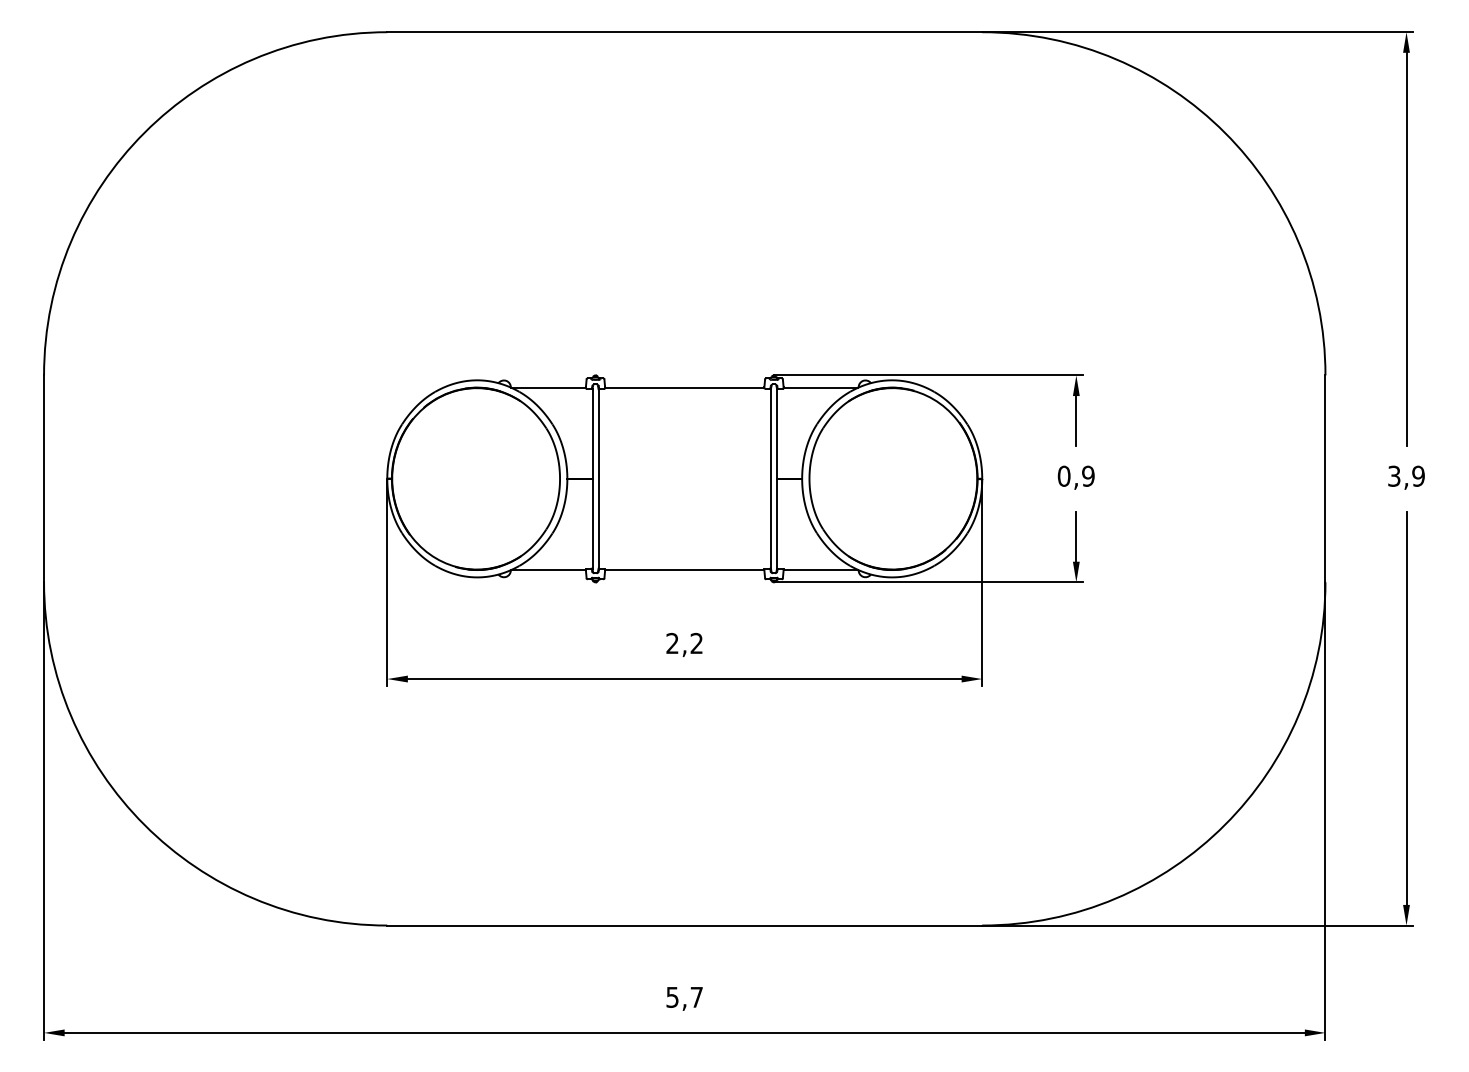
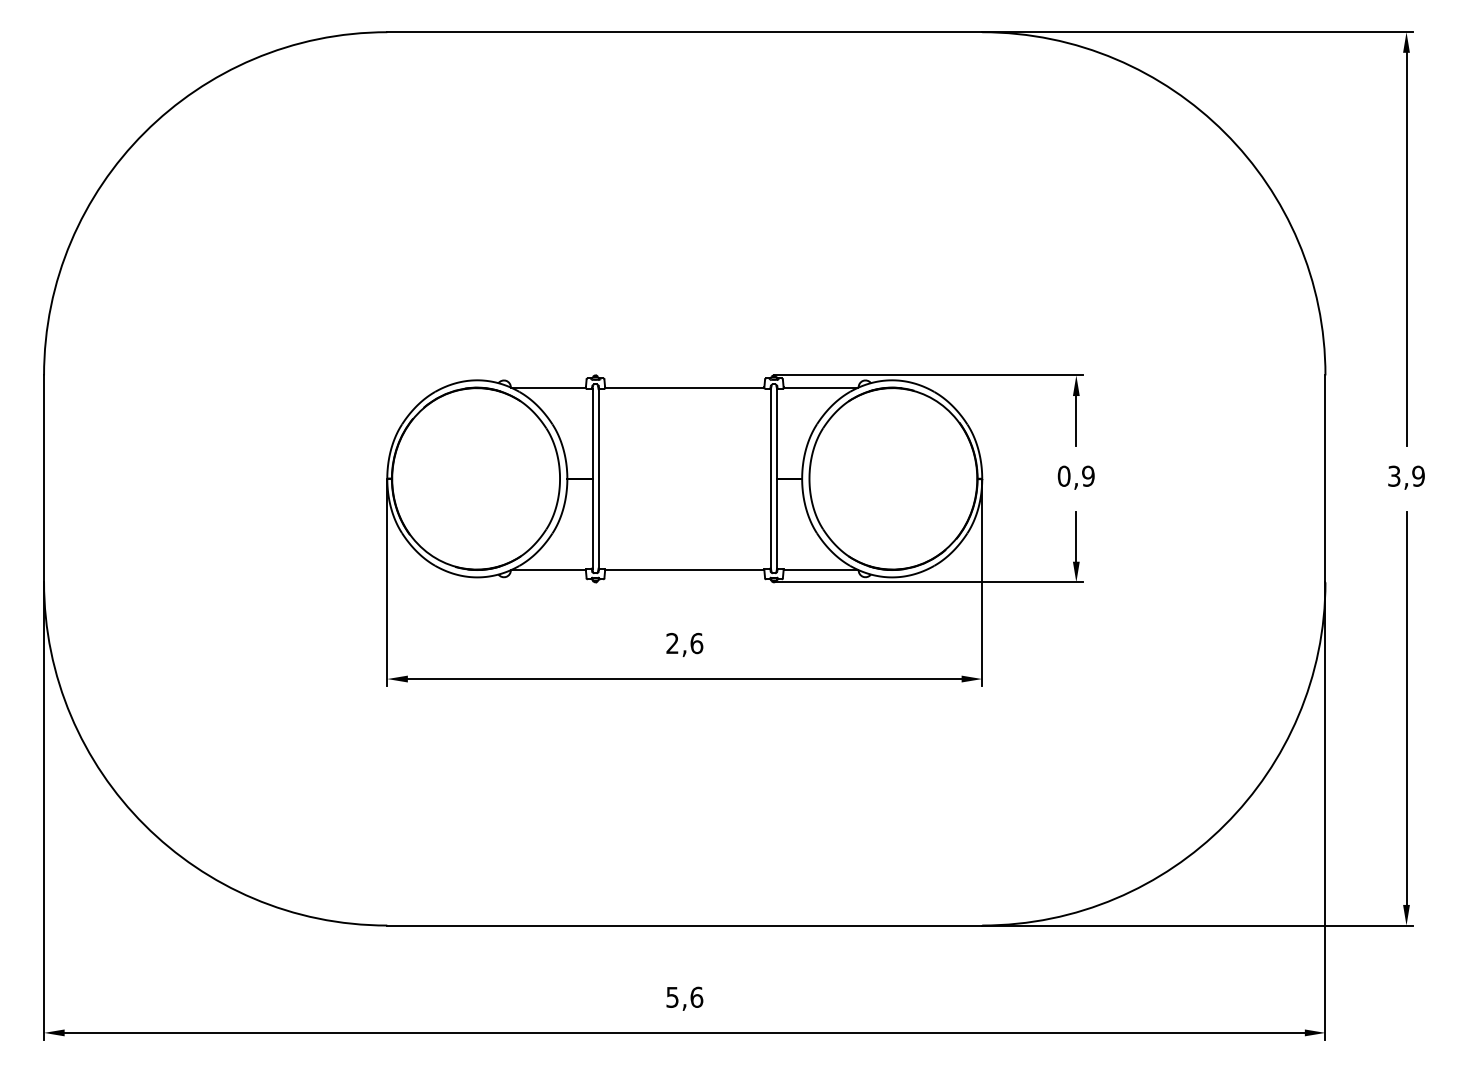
text at (696, 643): 2,2 -> 2,6
text at (696, 996): 5,7 -> 5,6
